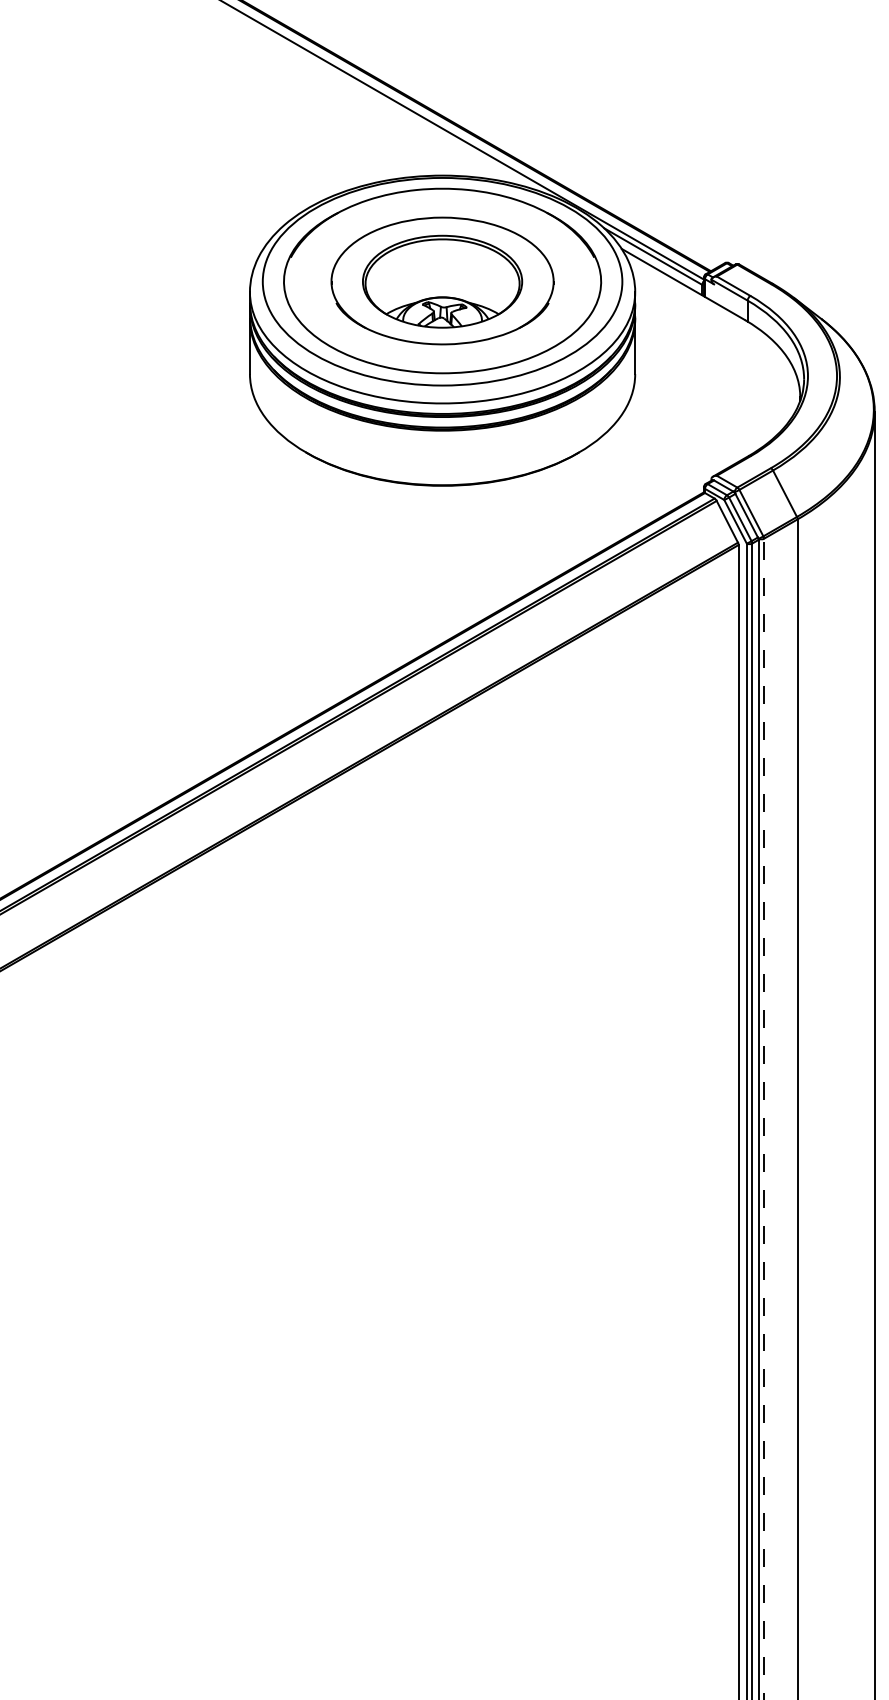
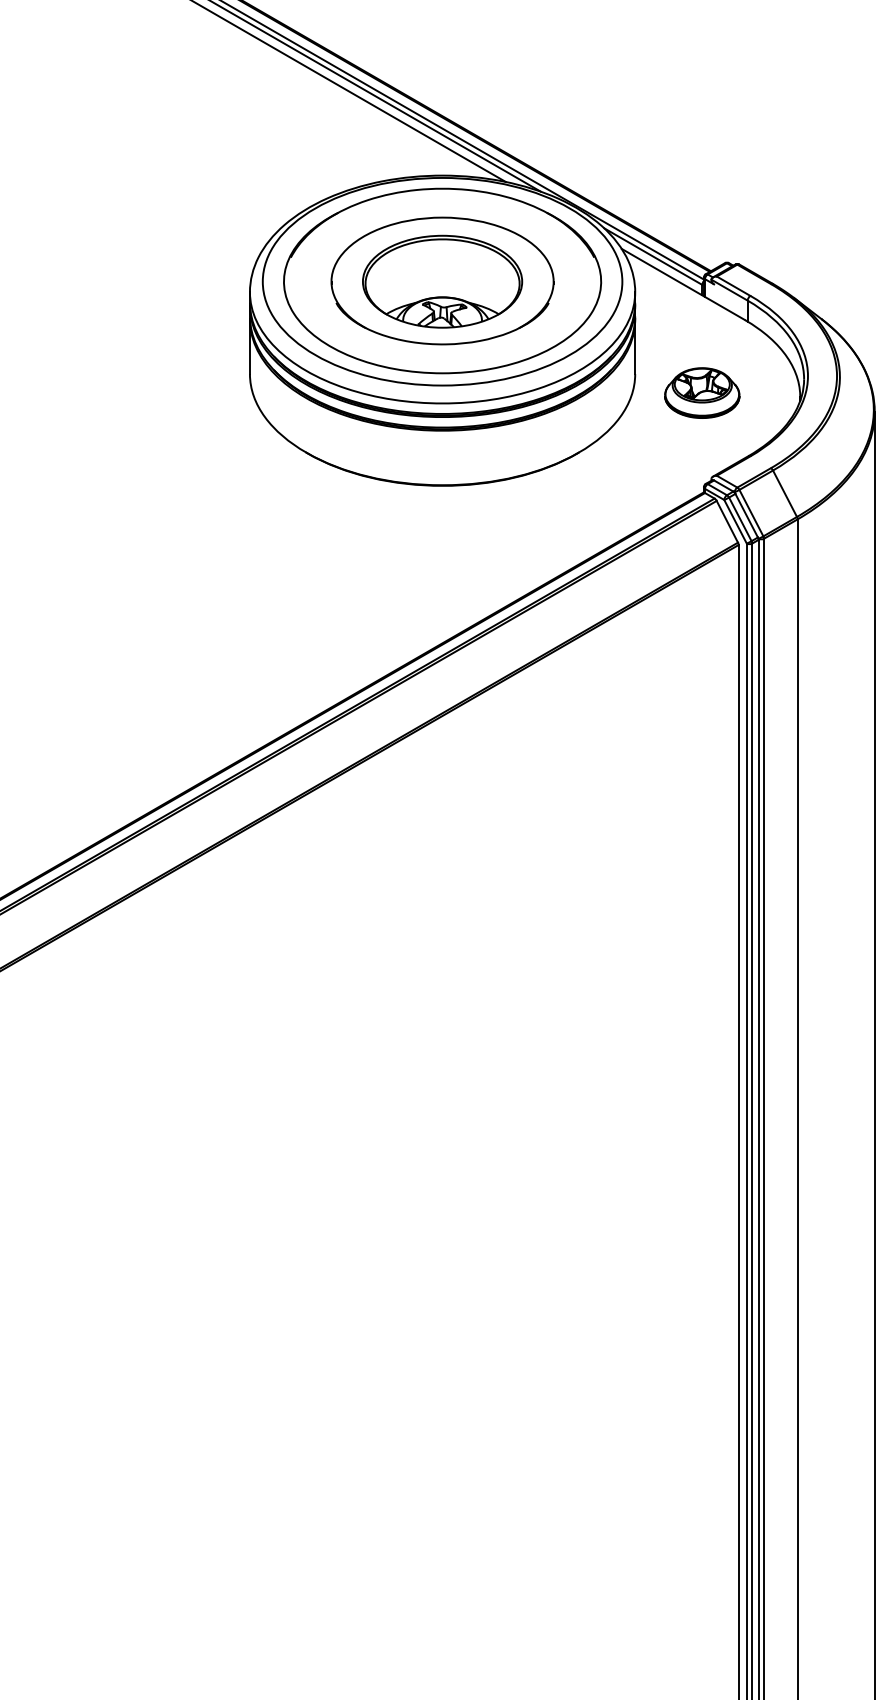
line at (349, 91): none -> present
line at (376, 96): none -> present
part at (702, 392): none -> present
line at (764, 1118): dashed -> solid
